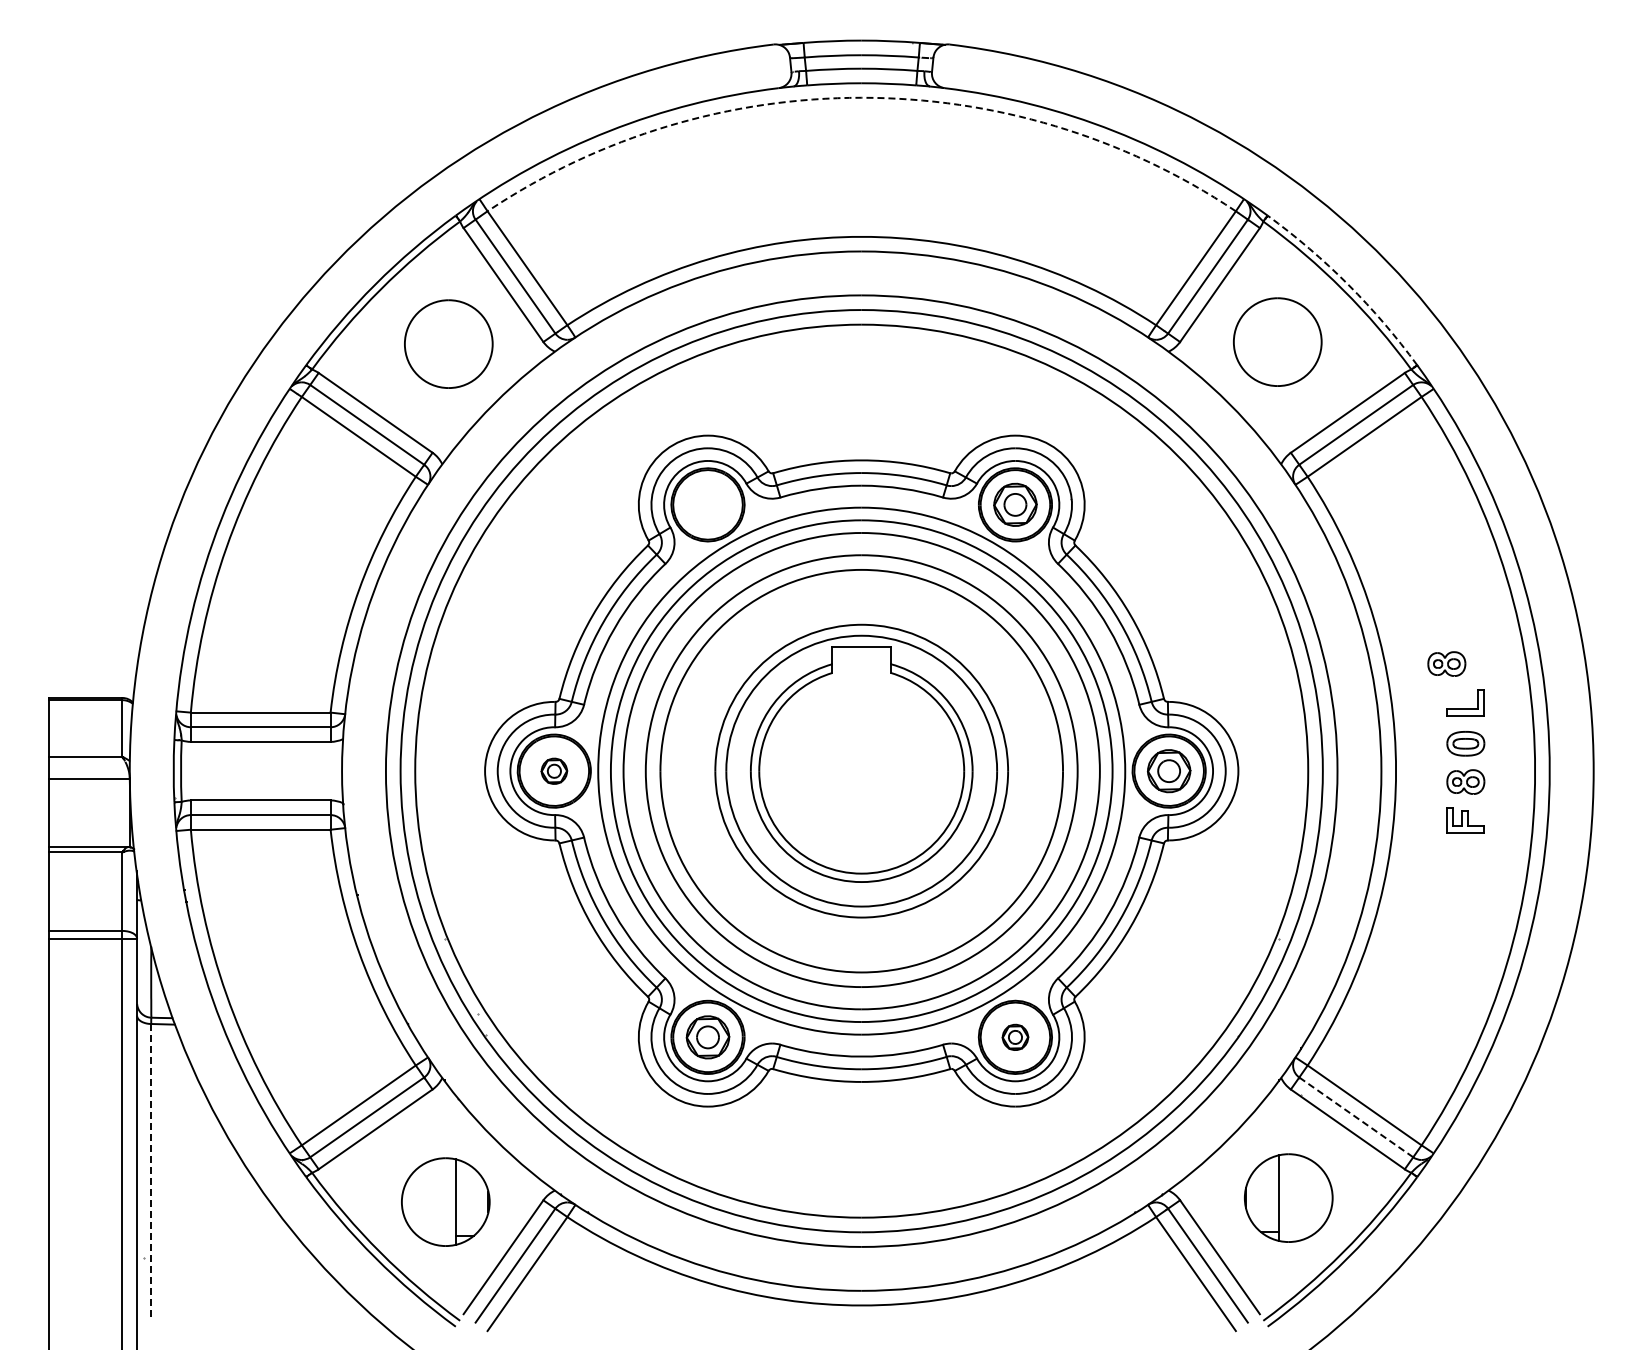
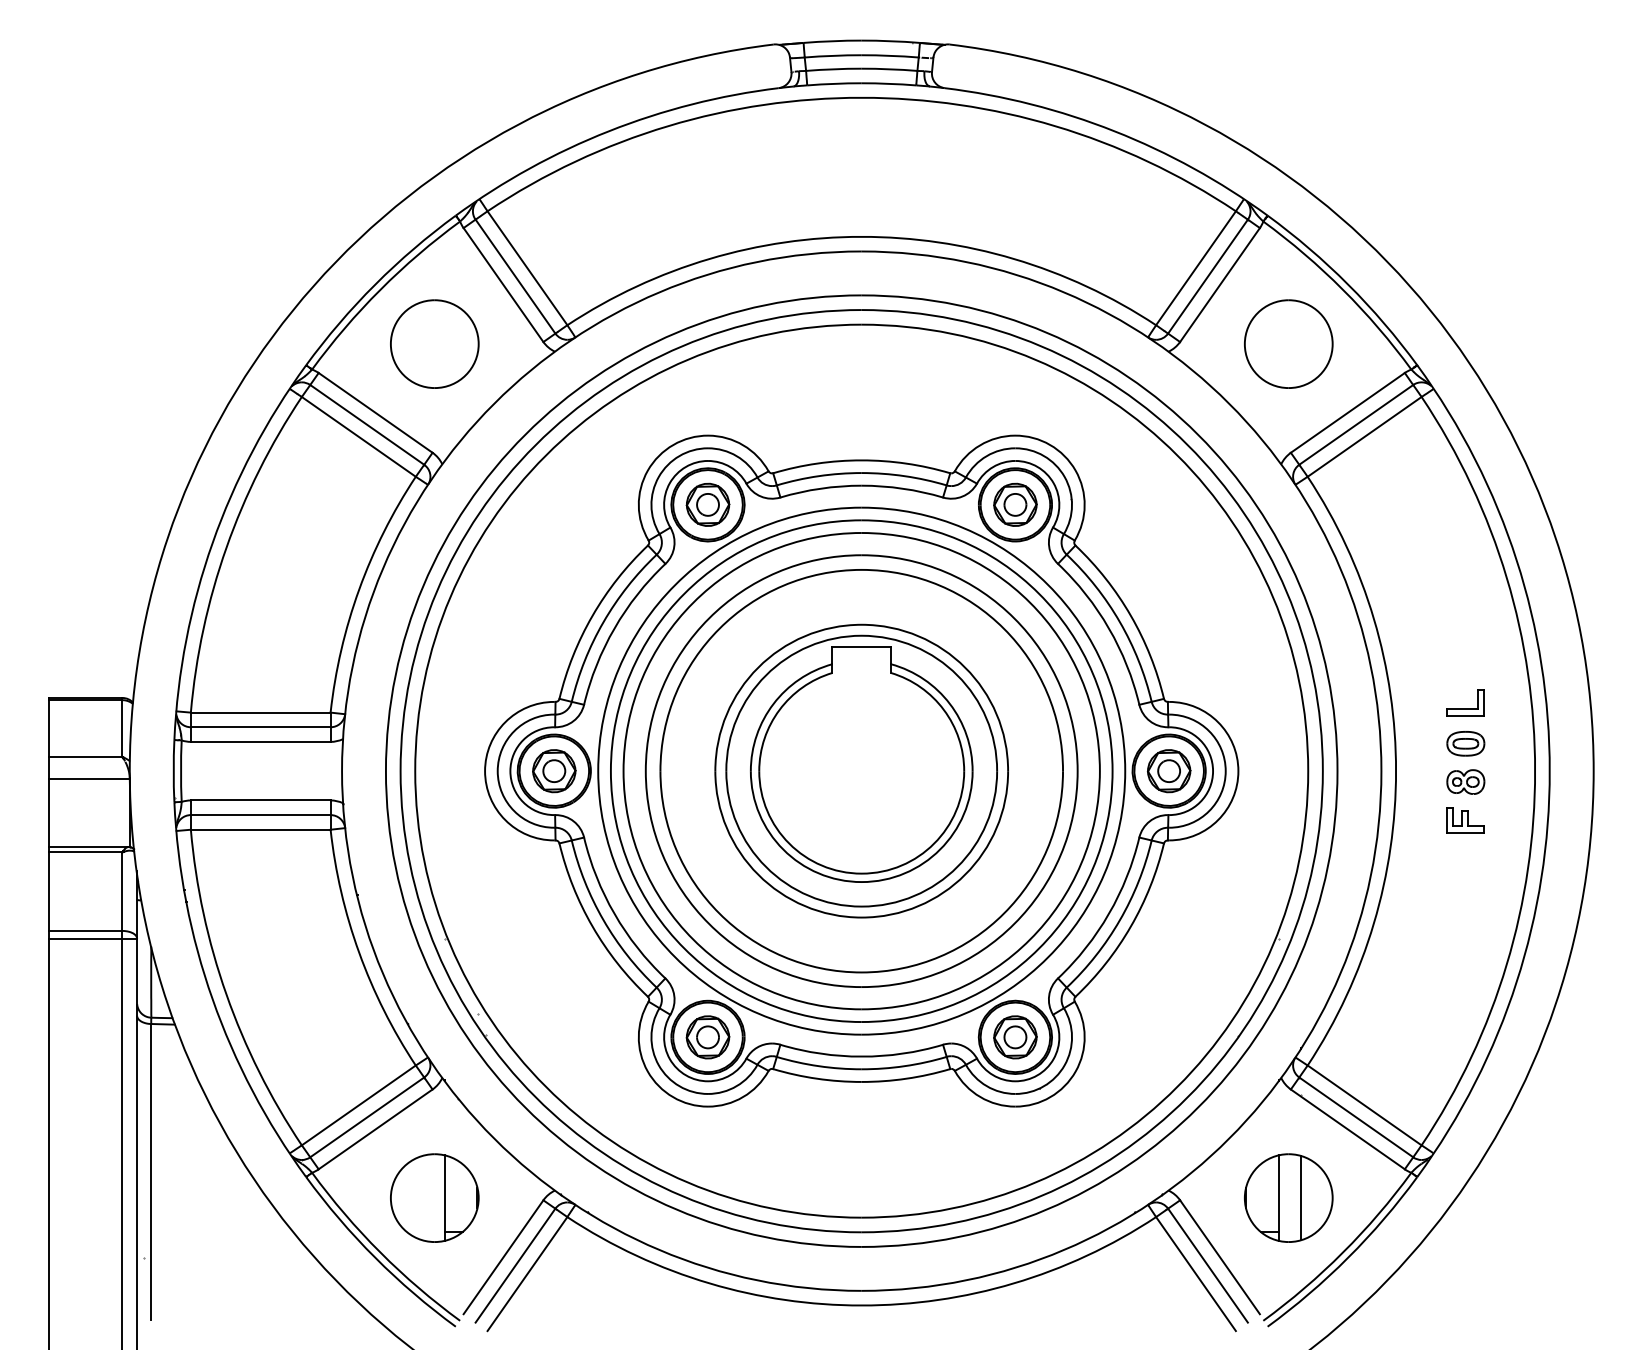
arc at (861, 97): dashed -> solid
arc at (1348, 284): dashed -> solid
part at (1277, 341) position: (1277, 341) -> (1288, 343)
part at (448, 343) position: (448, 343) -> (434, 343)
part at (707, 504): none -> present
part at (1446, 663): present -> none
part at (554, 770) size: 29x28 px -> 45x45 px
part at (1015, 1036) size: 29x28 px -> 45x45 px
line at (1356, 1117): dashed -> solid
line at (151, 1172): dashed -> solid
line at (1300, 1198): none -> present
part at (445, 1201) position: (445, 1201) -> (434, 1197)
